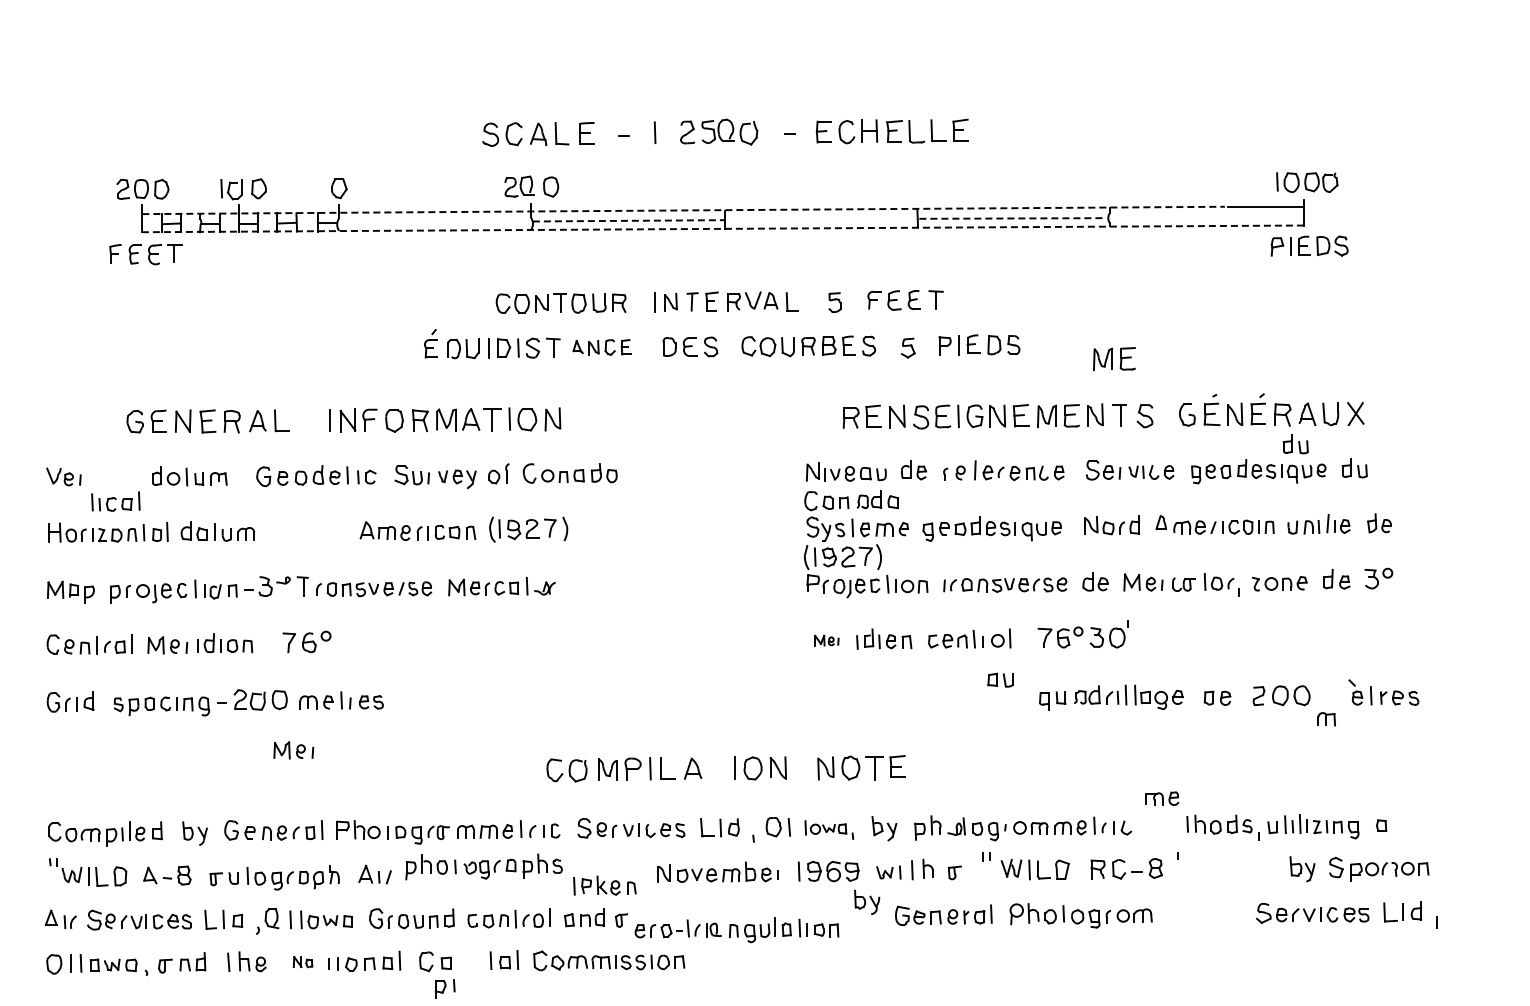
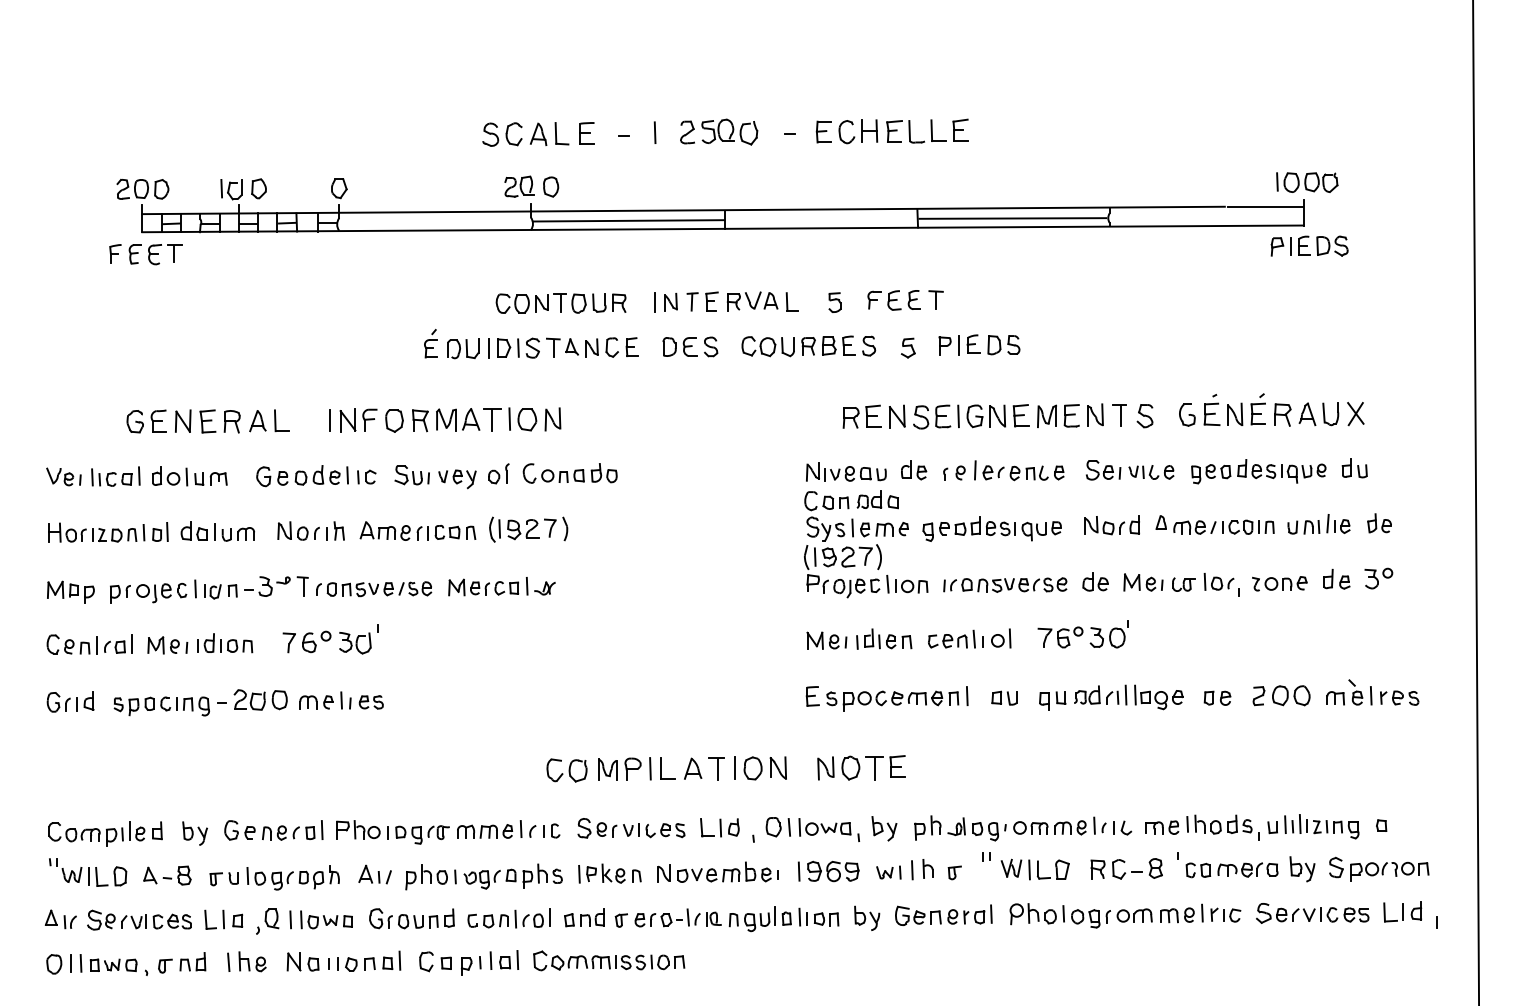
line at (684, 210): dashed -> solid
line at (1013, 218): dashed -> solid
line at (628, 220): dashed -> solid
line at (723, 228): dashed -> solid
part at (601, 347) size: 60x17 px -> 74x21 px
part at (1114, 358): present -> none
part at (1295, 444): present -> none
part at (115, 501) position: (115, 501) -> (115, 476)
line at (1476, 502): none -> present
part at (310, 530): none -> present
part at (358, 639): none -> present
part at (826, 640) size: 26x13 px -> 42x19 px
part at (1000, 679) position: (1000, 679) -> (1004, 697)
part at (886, 698): none -> present
part at (1326, 719) position: (1326, 719) -> (1335, 698)
part at (293, 750): present -> none
part at (716, 768): none -> present
part at (1162, 798) position: (1162, 798) -> (1162, 827)
part at (829, 829) size: 51x20 px -> 63x24 px
part at (483, 866) position: (483, 866) -> (483, 876)
part at (1231, 870): none -> present
part at (604, 885) position: (604, 885) -> (609, 873)
part at (867, 901) position: (867, 901) -> (867, 917)
part at (1200, 913): none -> present
part at (736, 930) position: (736, 930) -> (736, 919)
part at (302, 961) size: 22x14 px -> 34x20 px
part at (445, 988) position: (445, 988) -> (471, 965)
